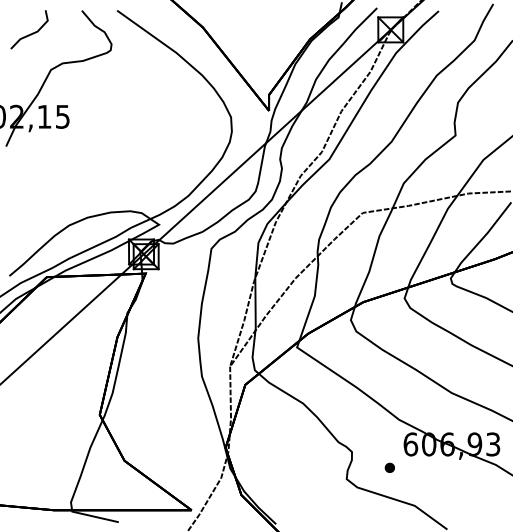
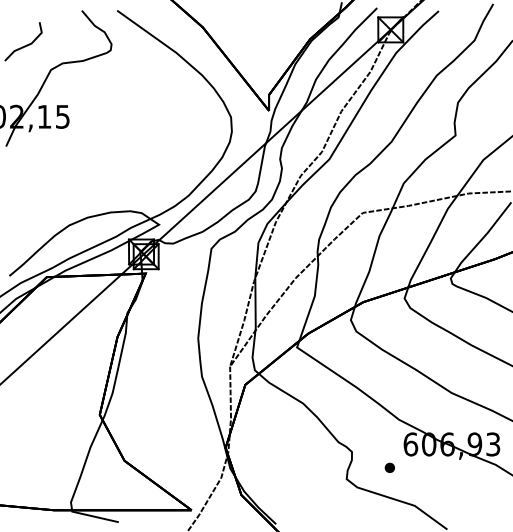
line at (30, 33) position: (30, 33) -> (24, 45)
